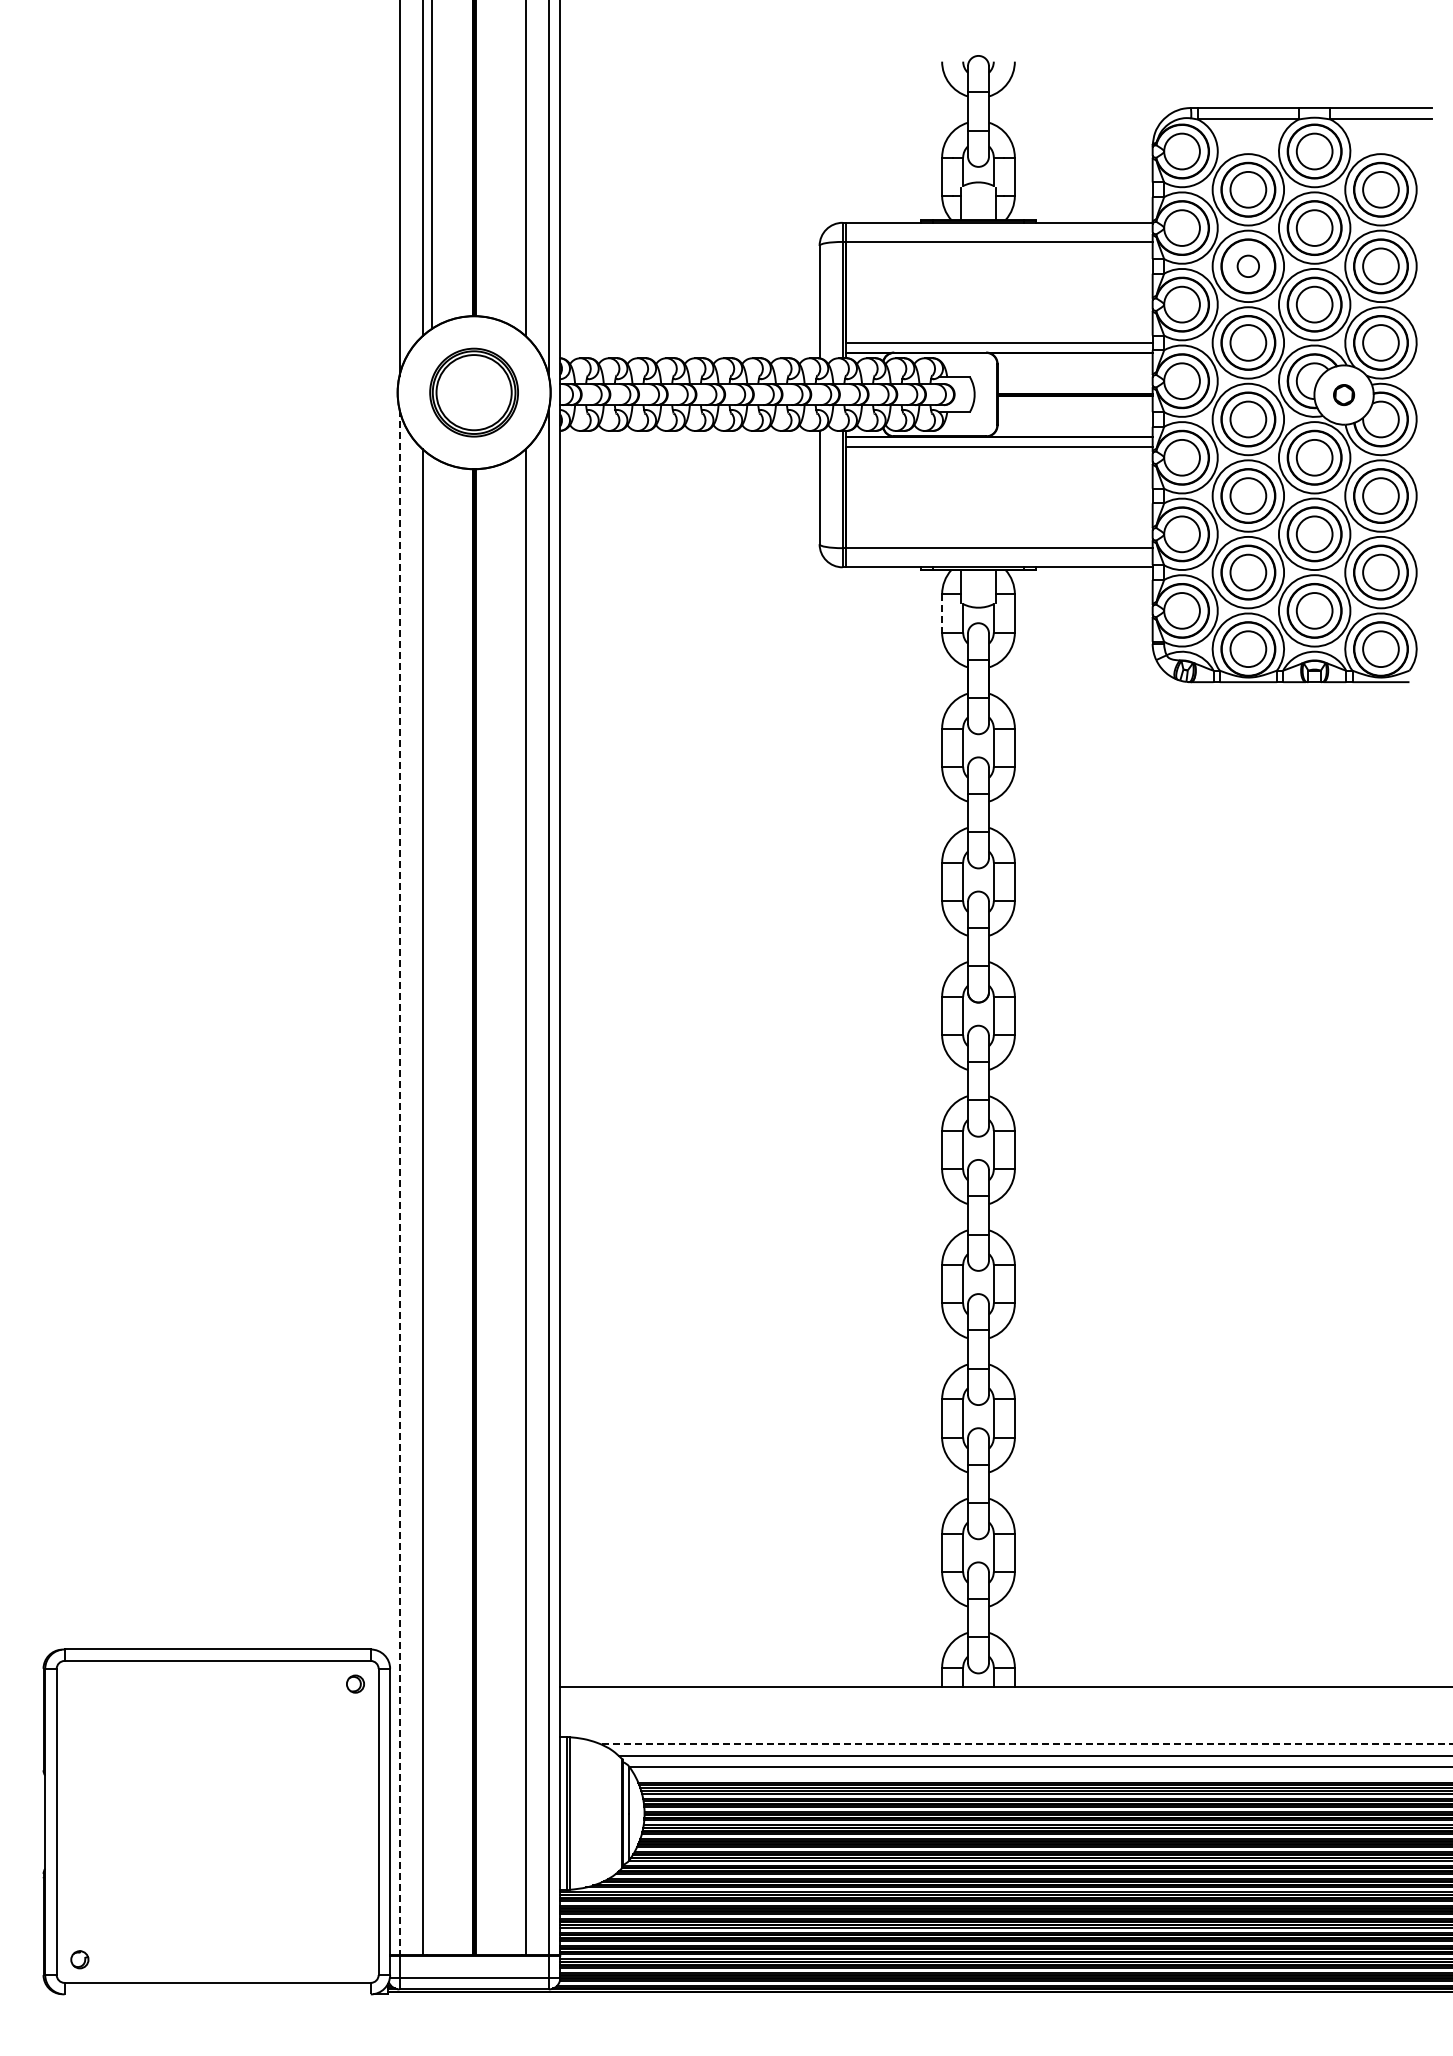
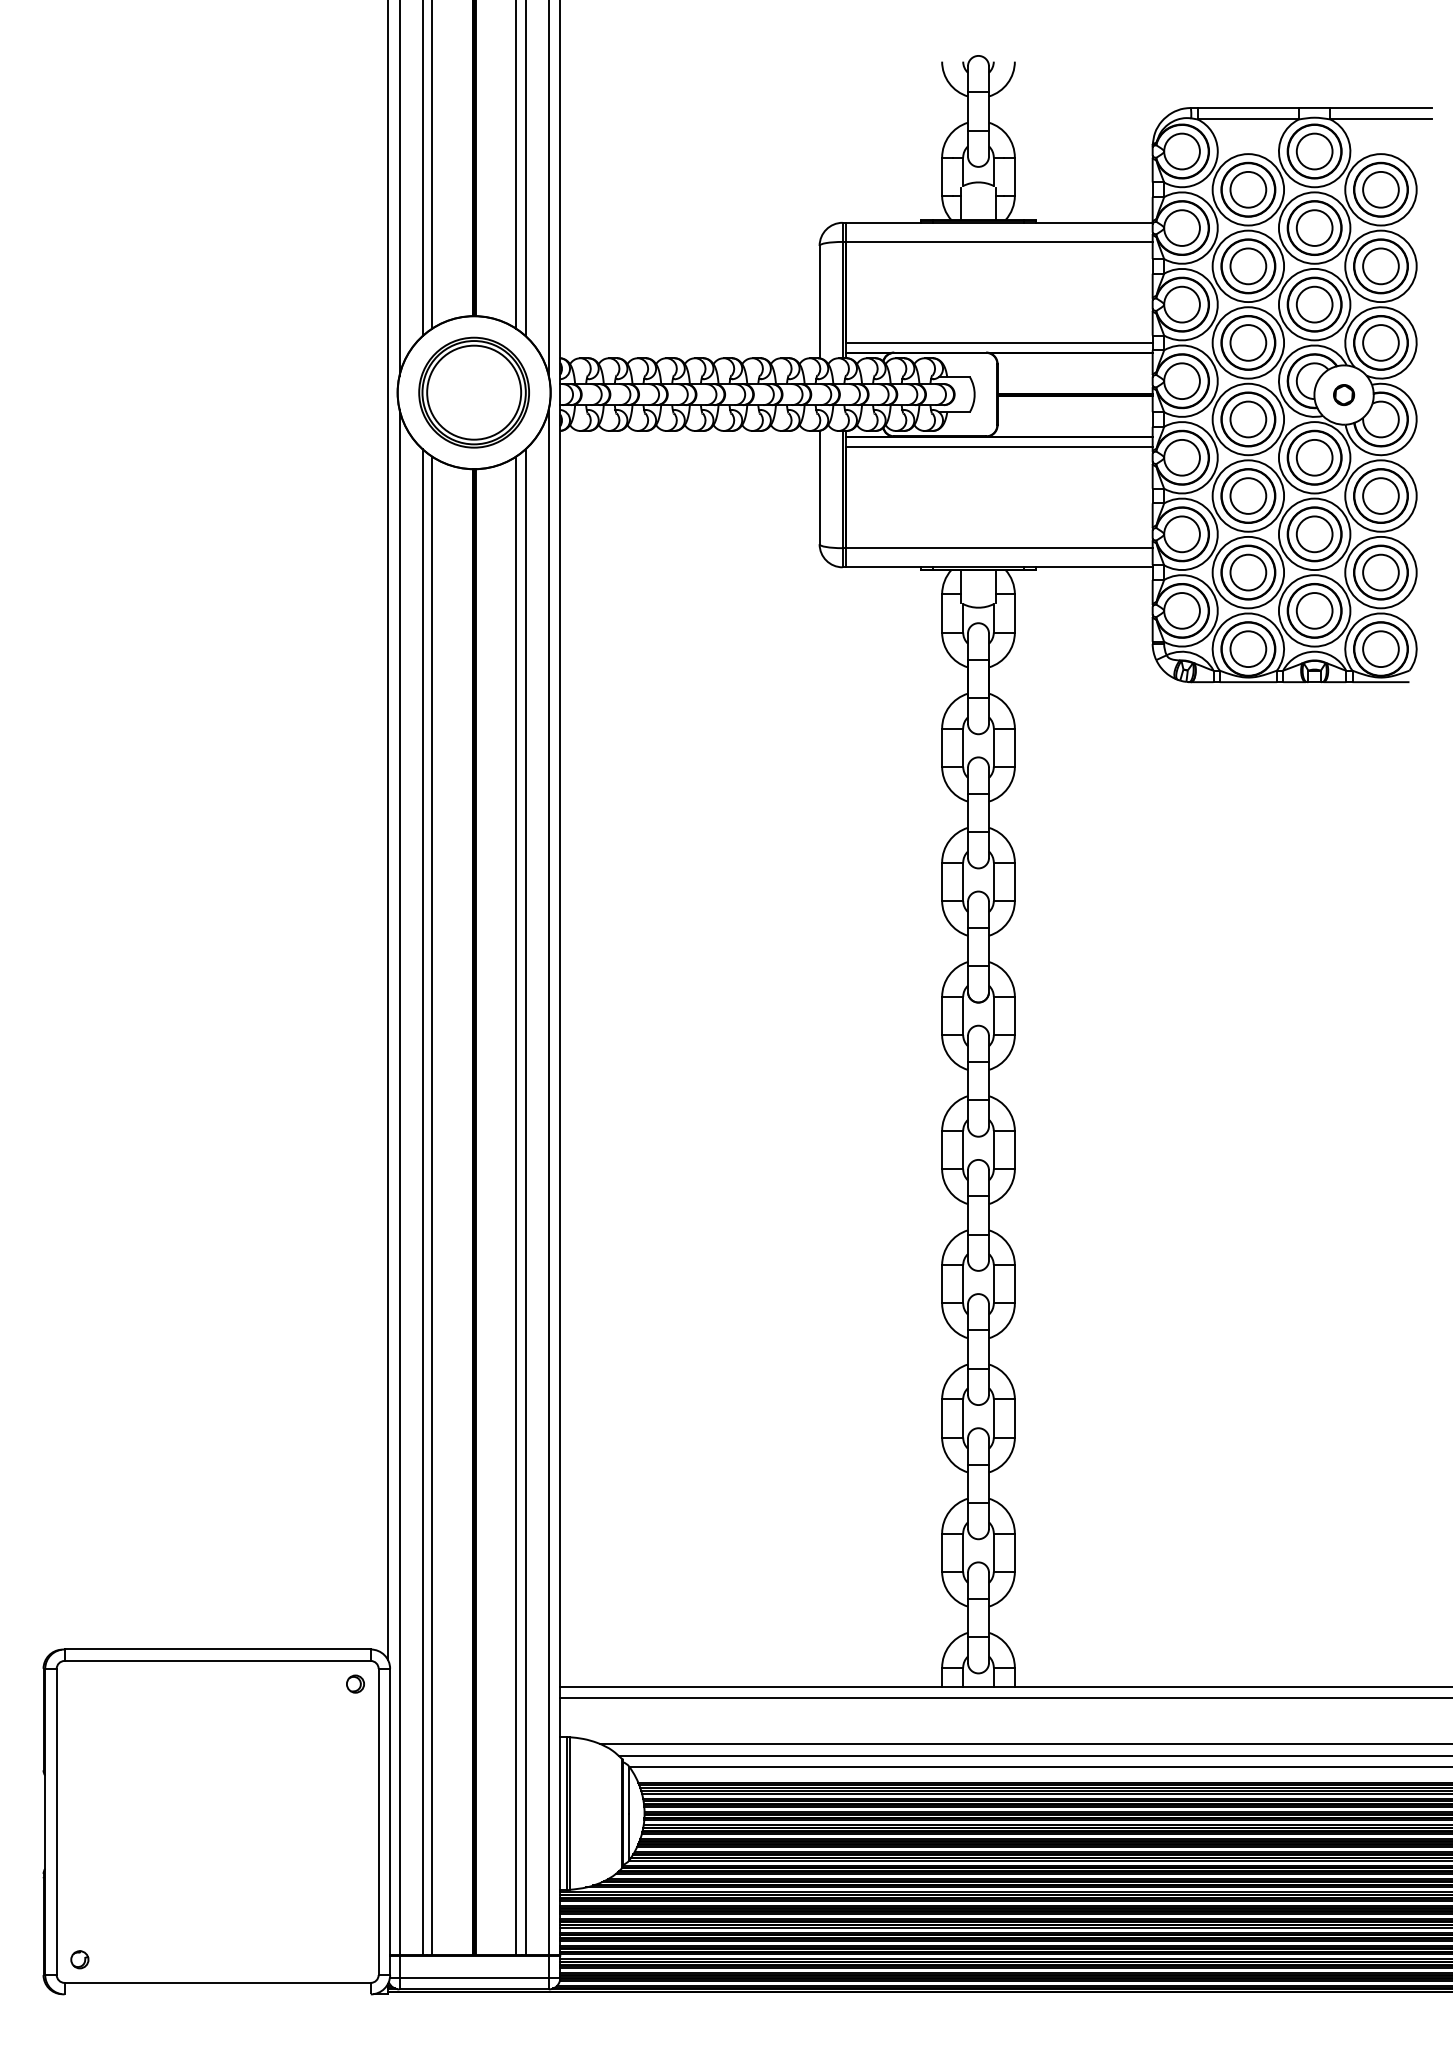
line at (516, 165): none -> present
circle at (1248, 266) diameter: 21 px -> 36 px
part at (473, 392) size: 90x91 px -> 112x113 px
line at (942, 613): dashed -> solid
line at (388, 831): none -> present
line at (399, 1182): dashed -> solid
line at (432, 1205): none -> present
line at (516, 1205): none -> present
line at (1004, 1698): none -> present
line at (1026, 1744): dashed -> solid
